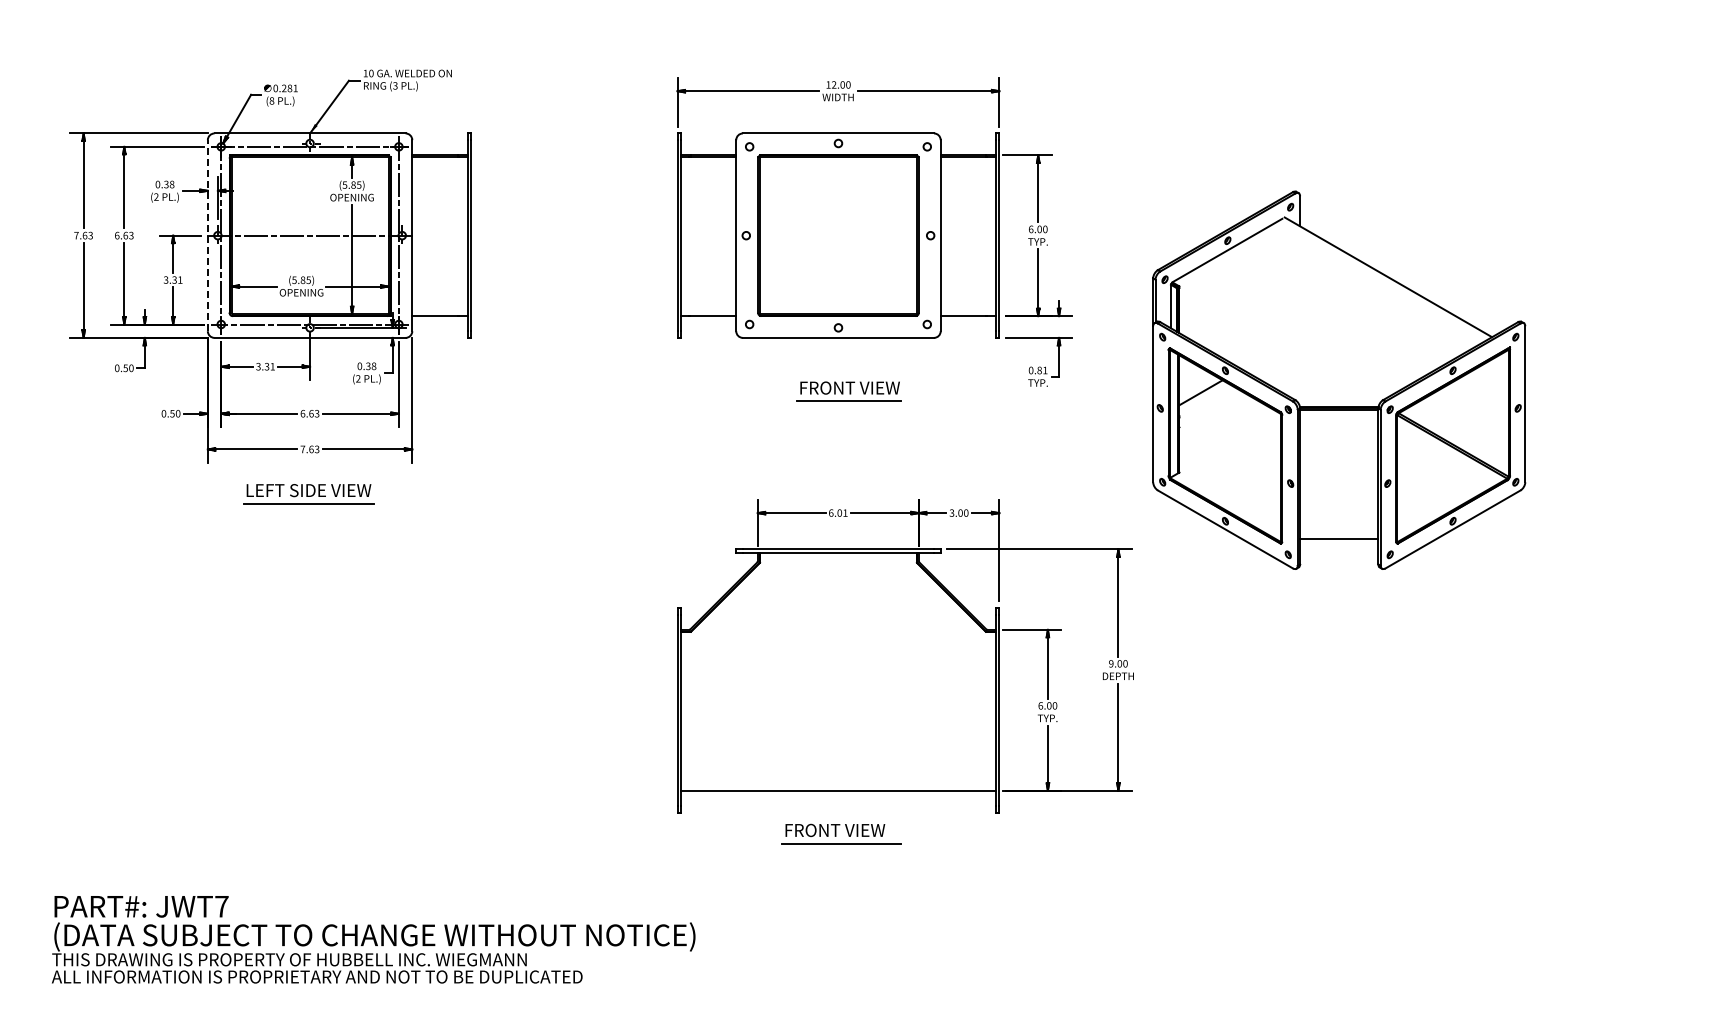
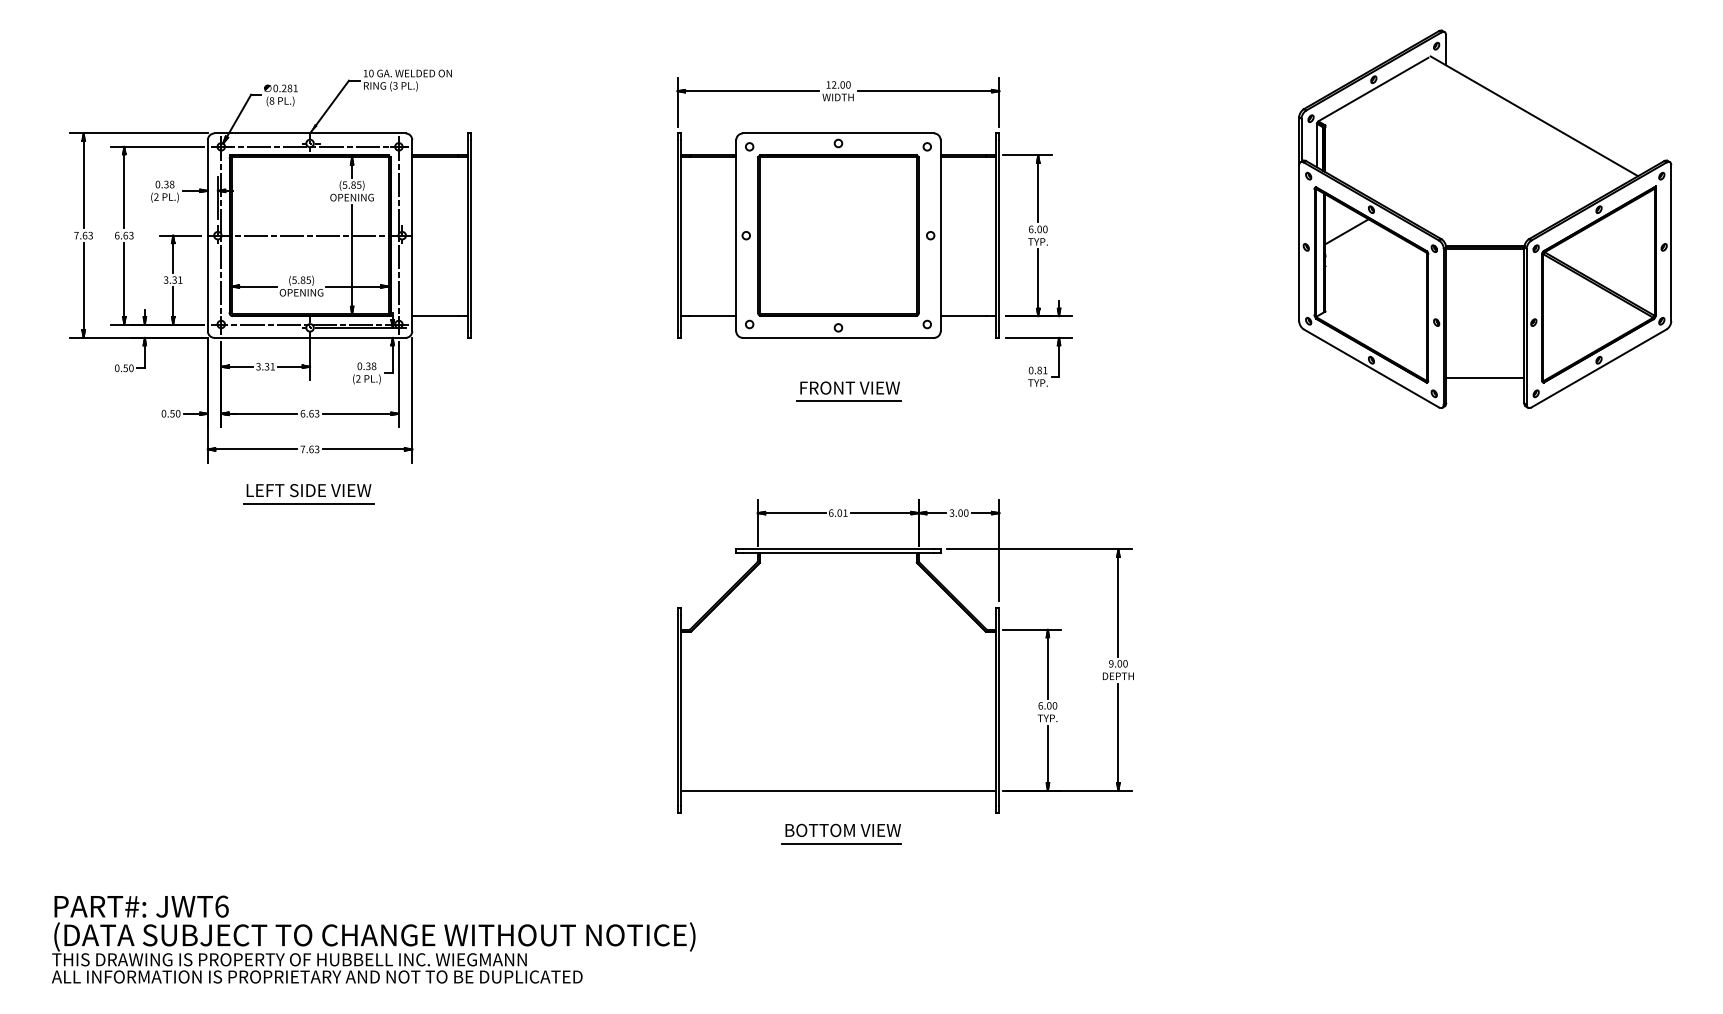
line at (207, 235): dashed -> solid
part at (1339, 379) position: (1339, 379) -> (1485, 218)
text at (843, 830): FRONT VIEW -> BOTTOM VIEW
text at (221, 906): JWT7 -> JWT6
